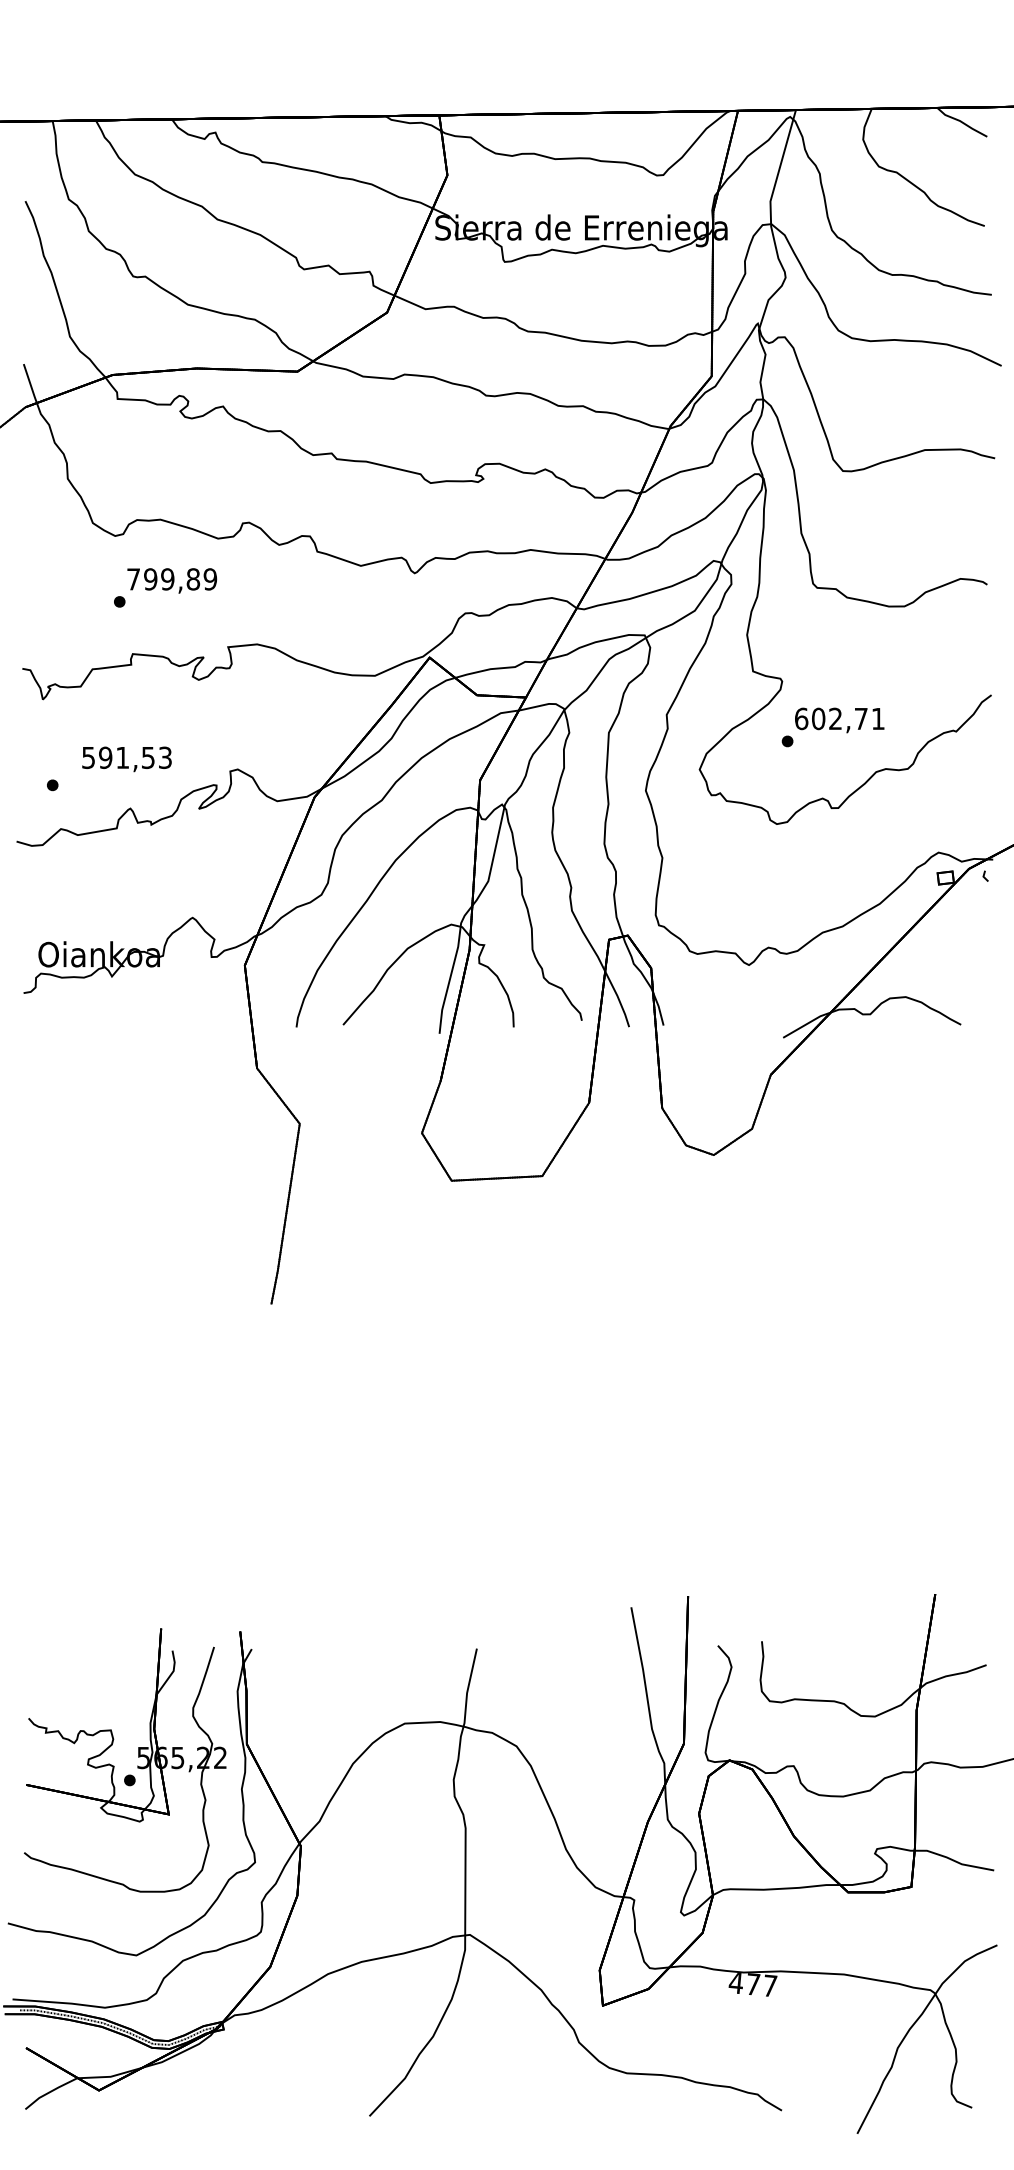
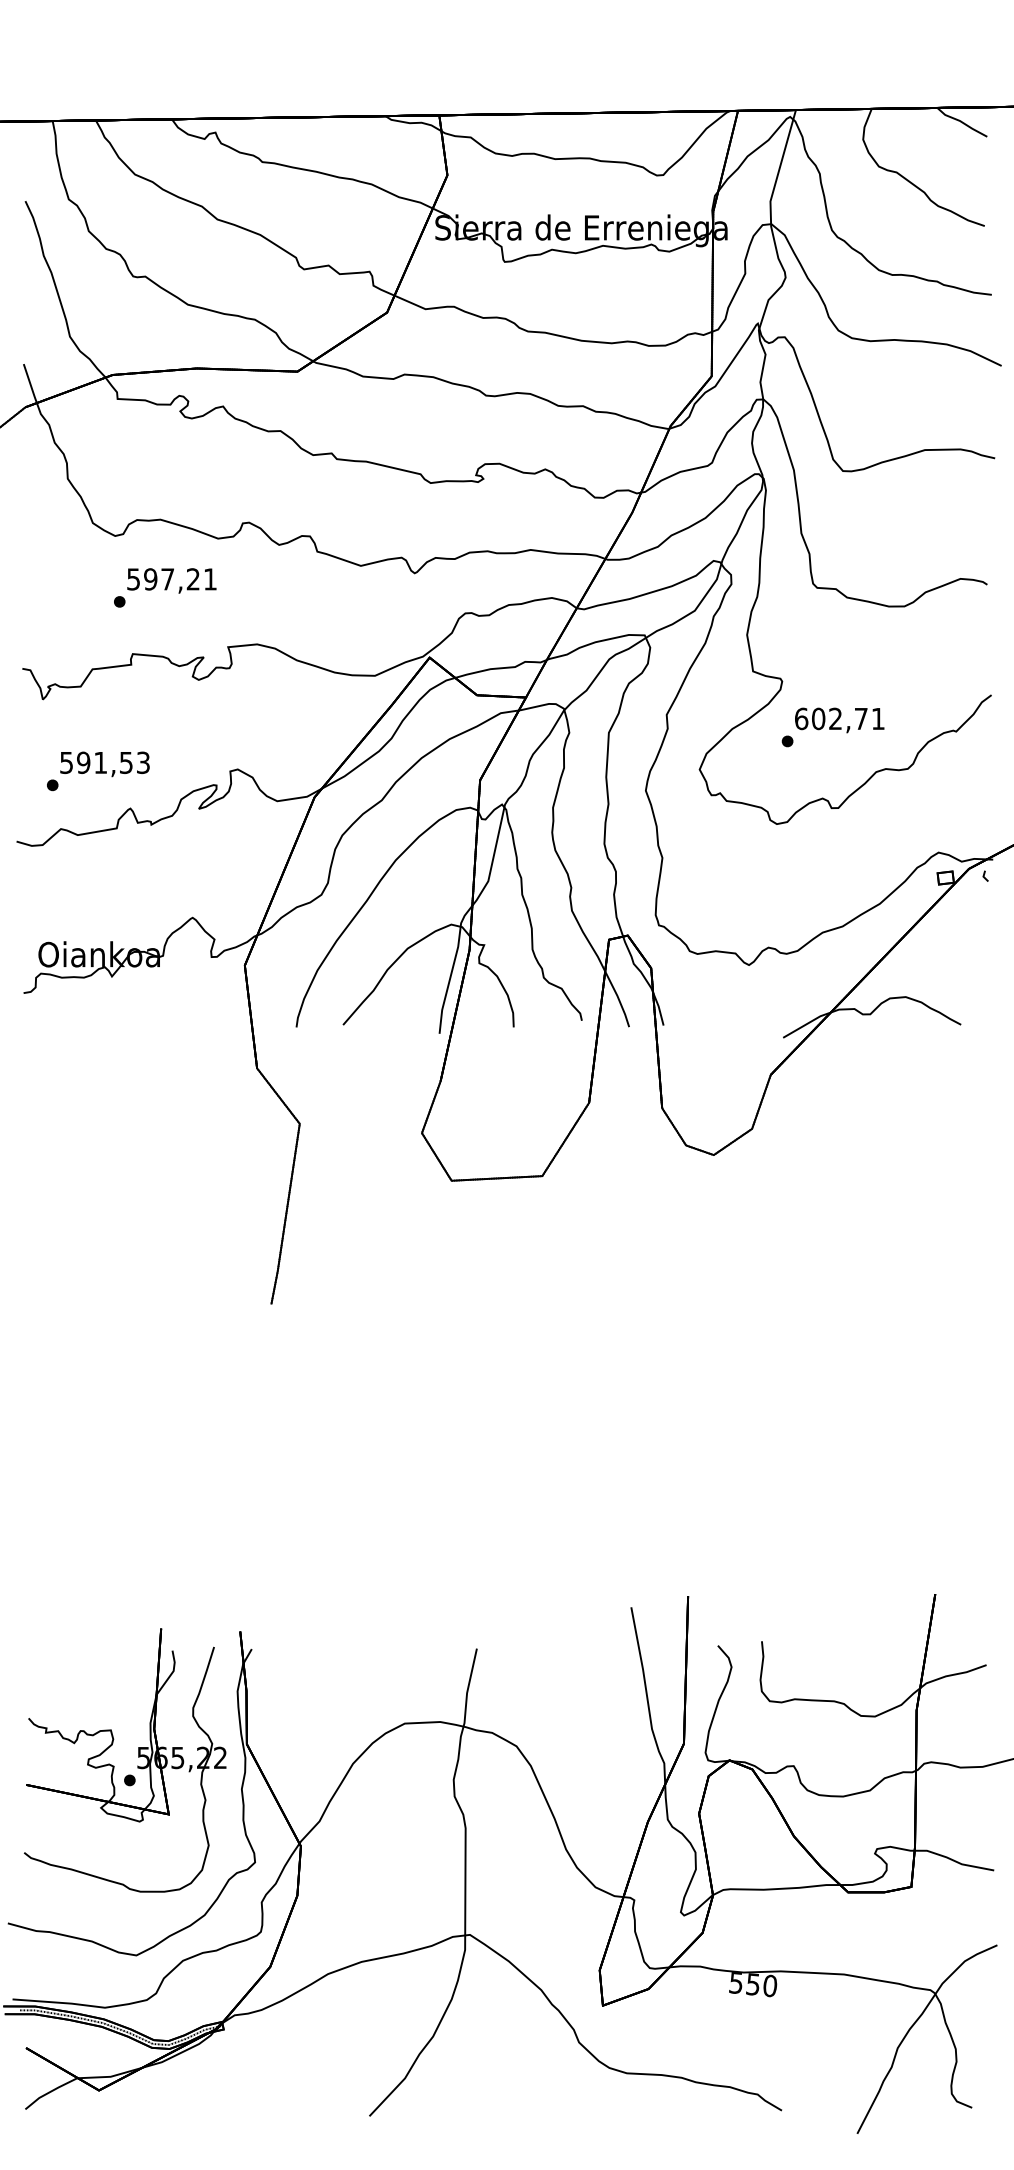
text at (172, 579): 799,89 -> 597,21
text at (126, 759) position: (126, 759) -> (104, 764)
text at (752, 1984): 477 -> 550
